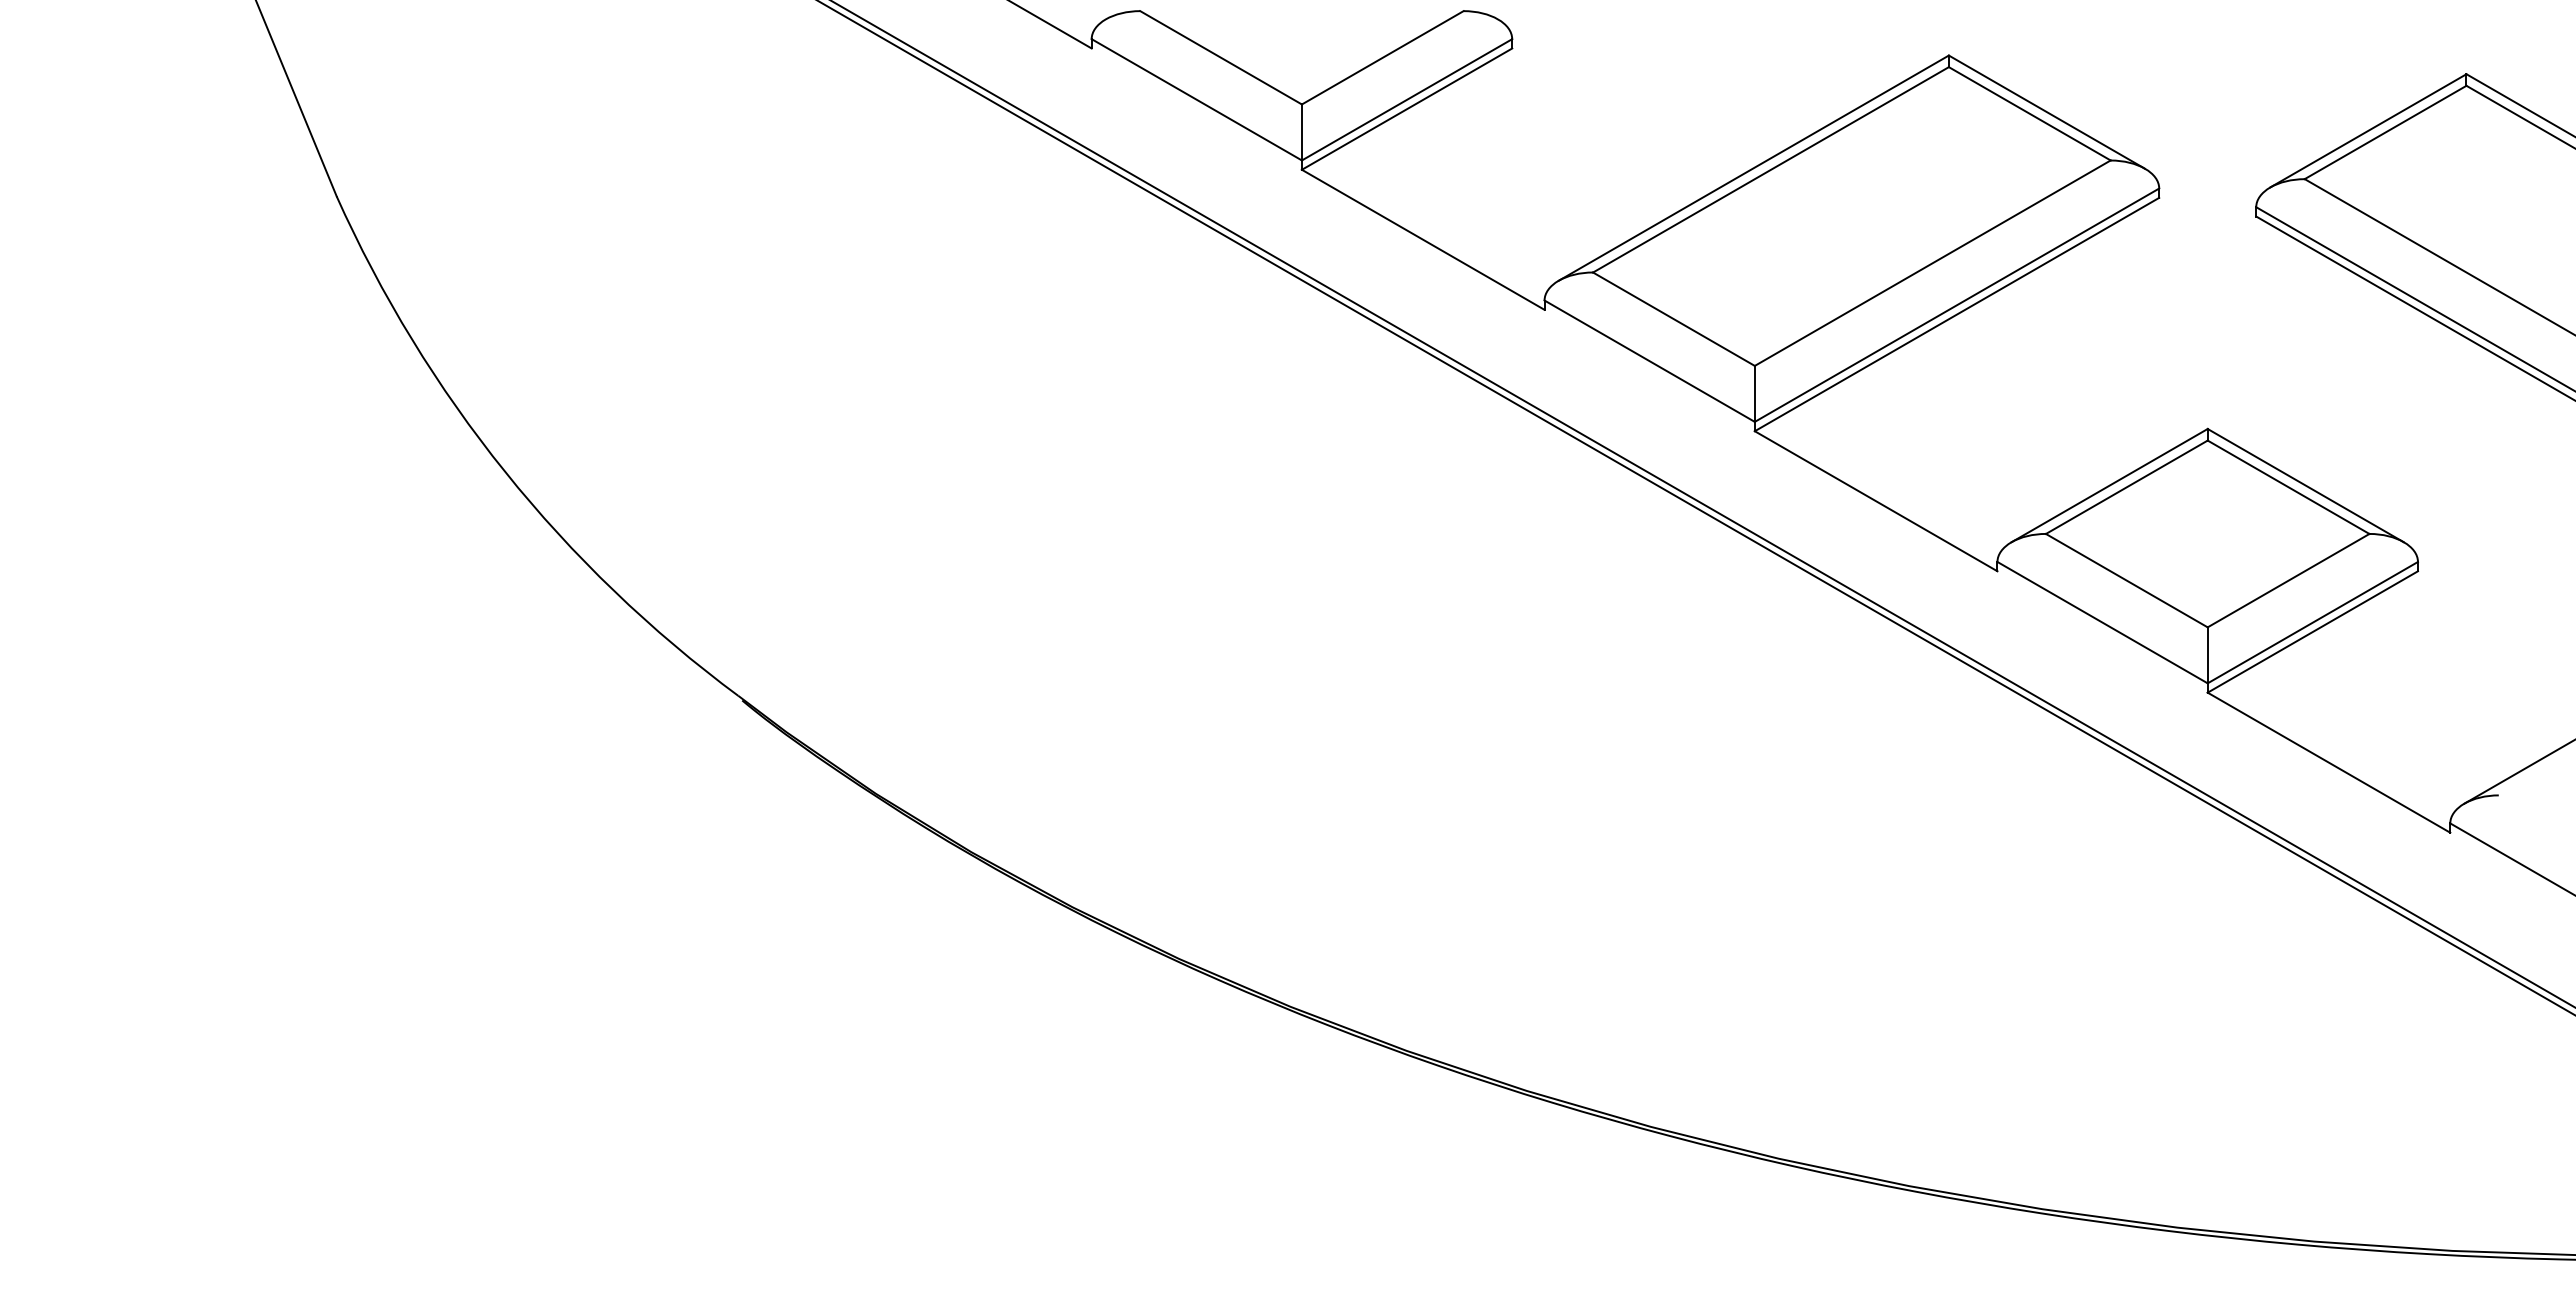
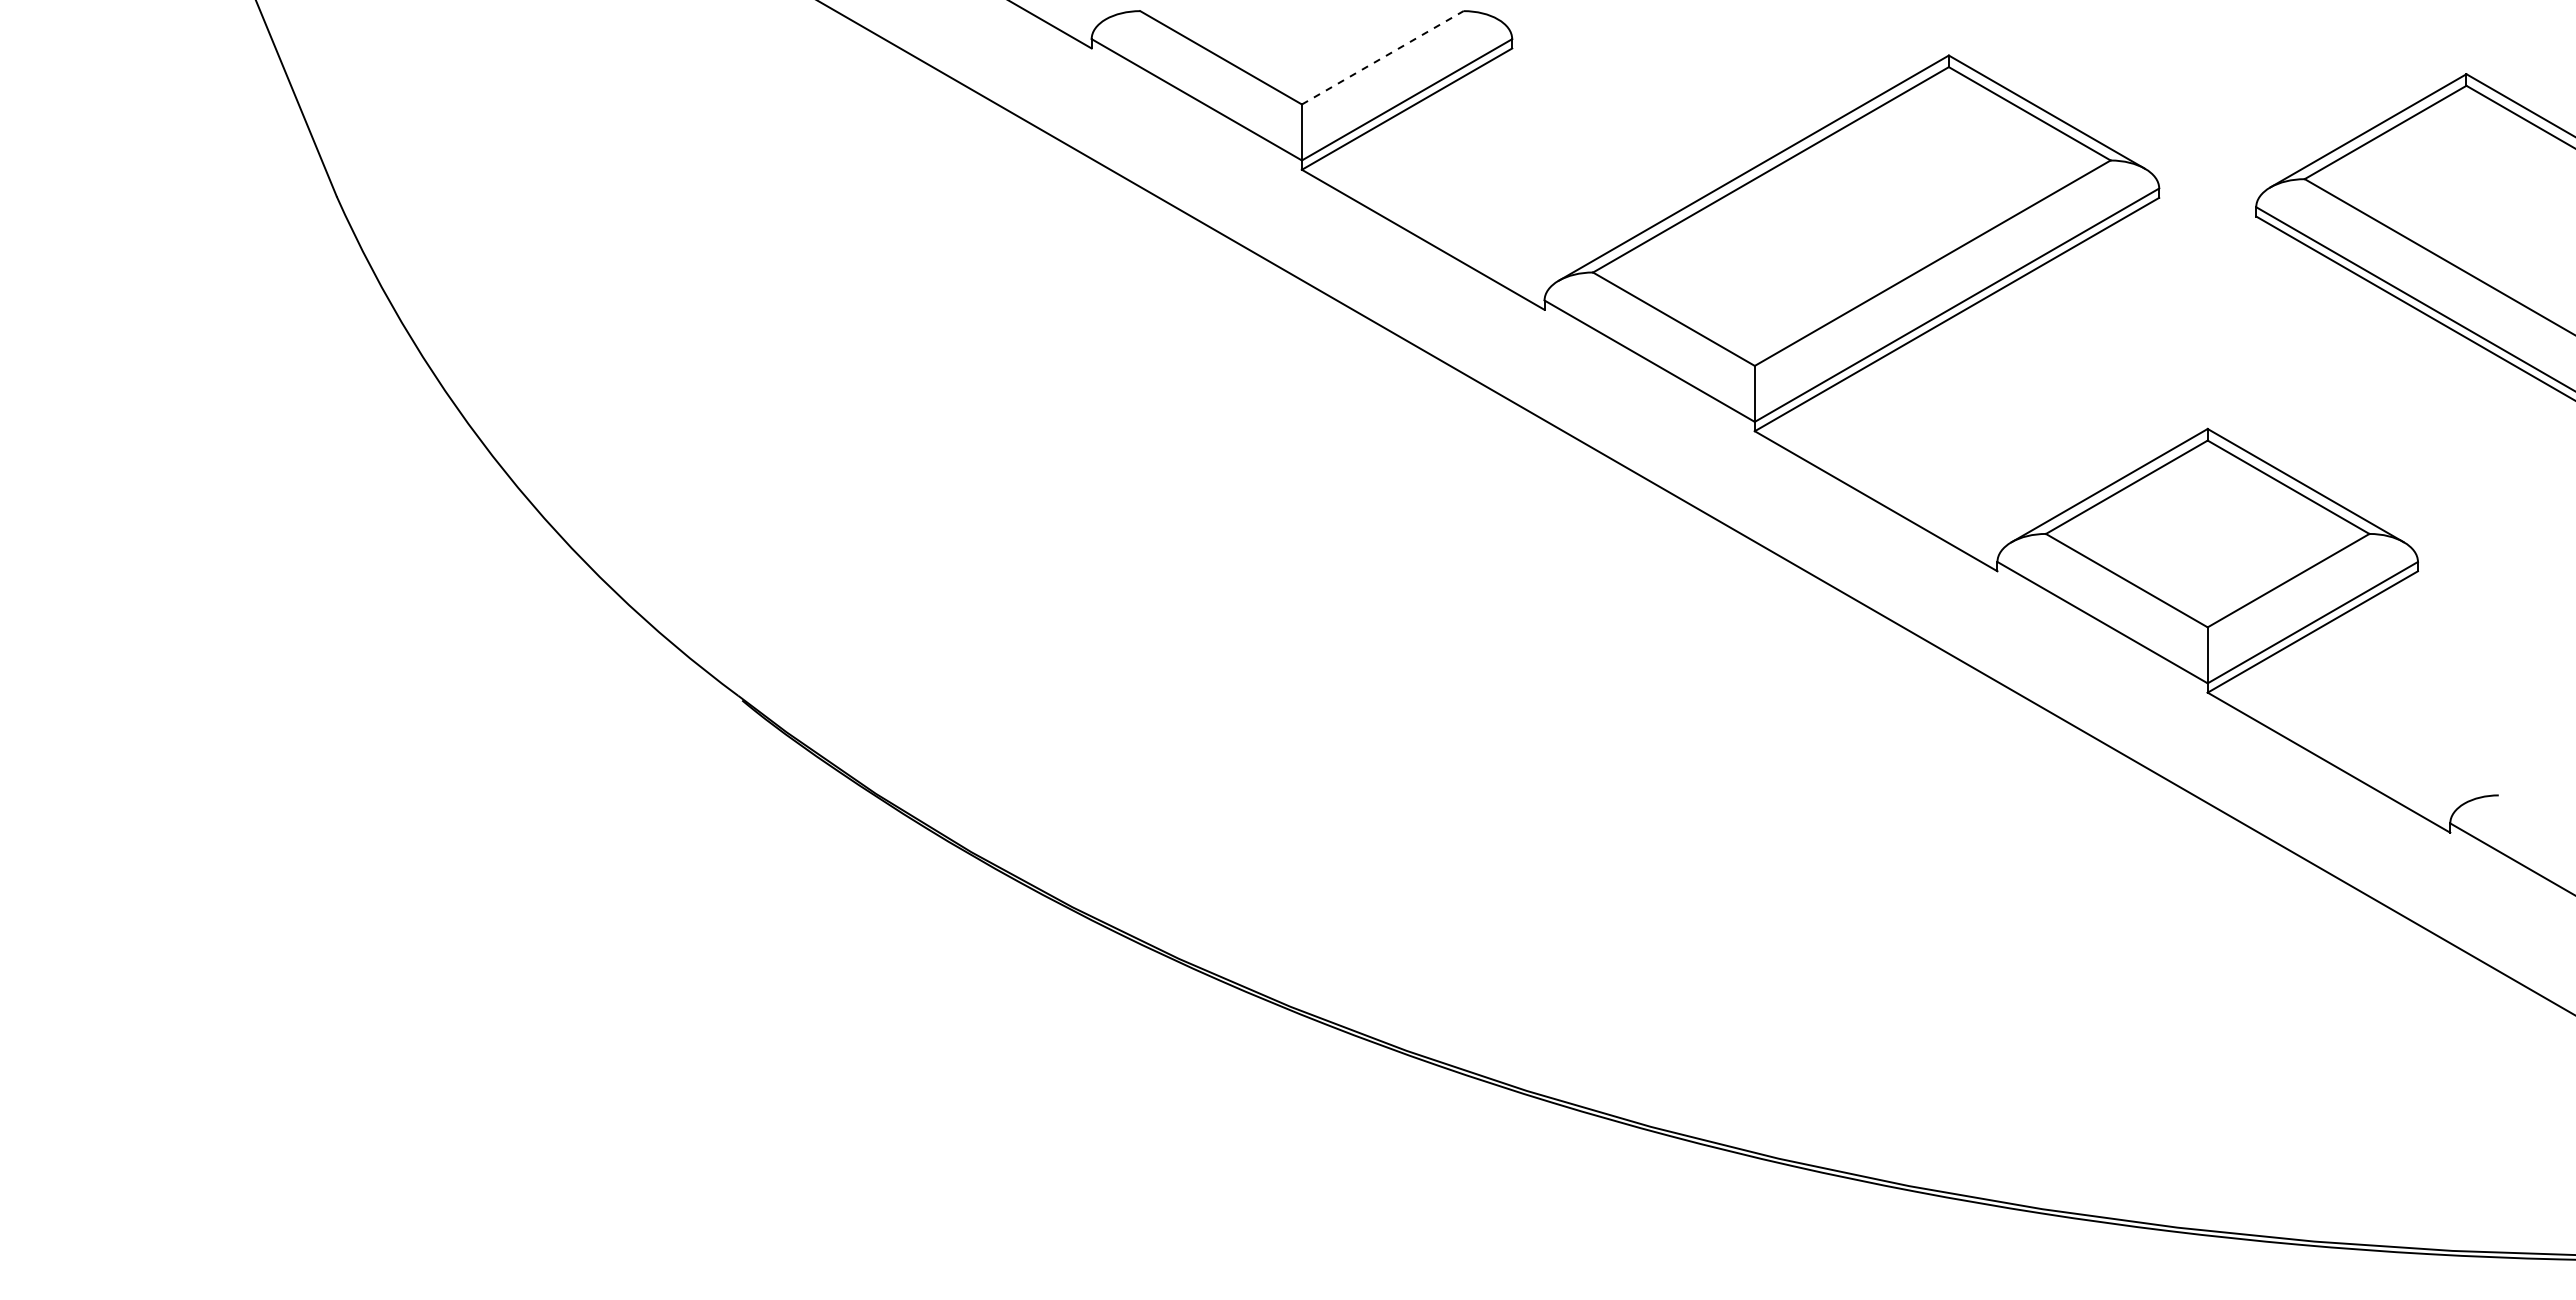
line at (1383, 57): solid -> dashed
line at (1702, 503): present -> none
line at (2518, 772): present -> none
